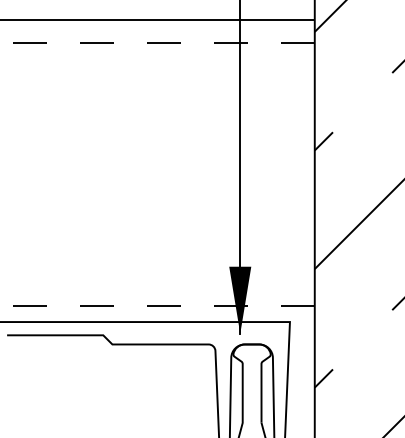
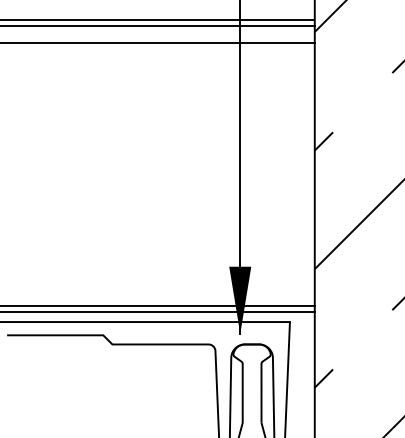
line at (158, 26): none -> present
line at (157, 43): dashed -> solid
line at (157, 306): dashed -> solid
line at (158, 312): none -> present
